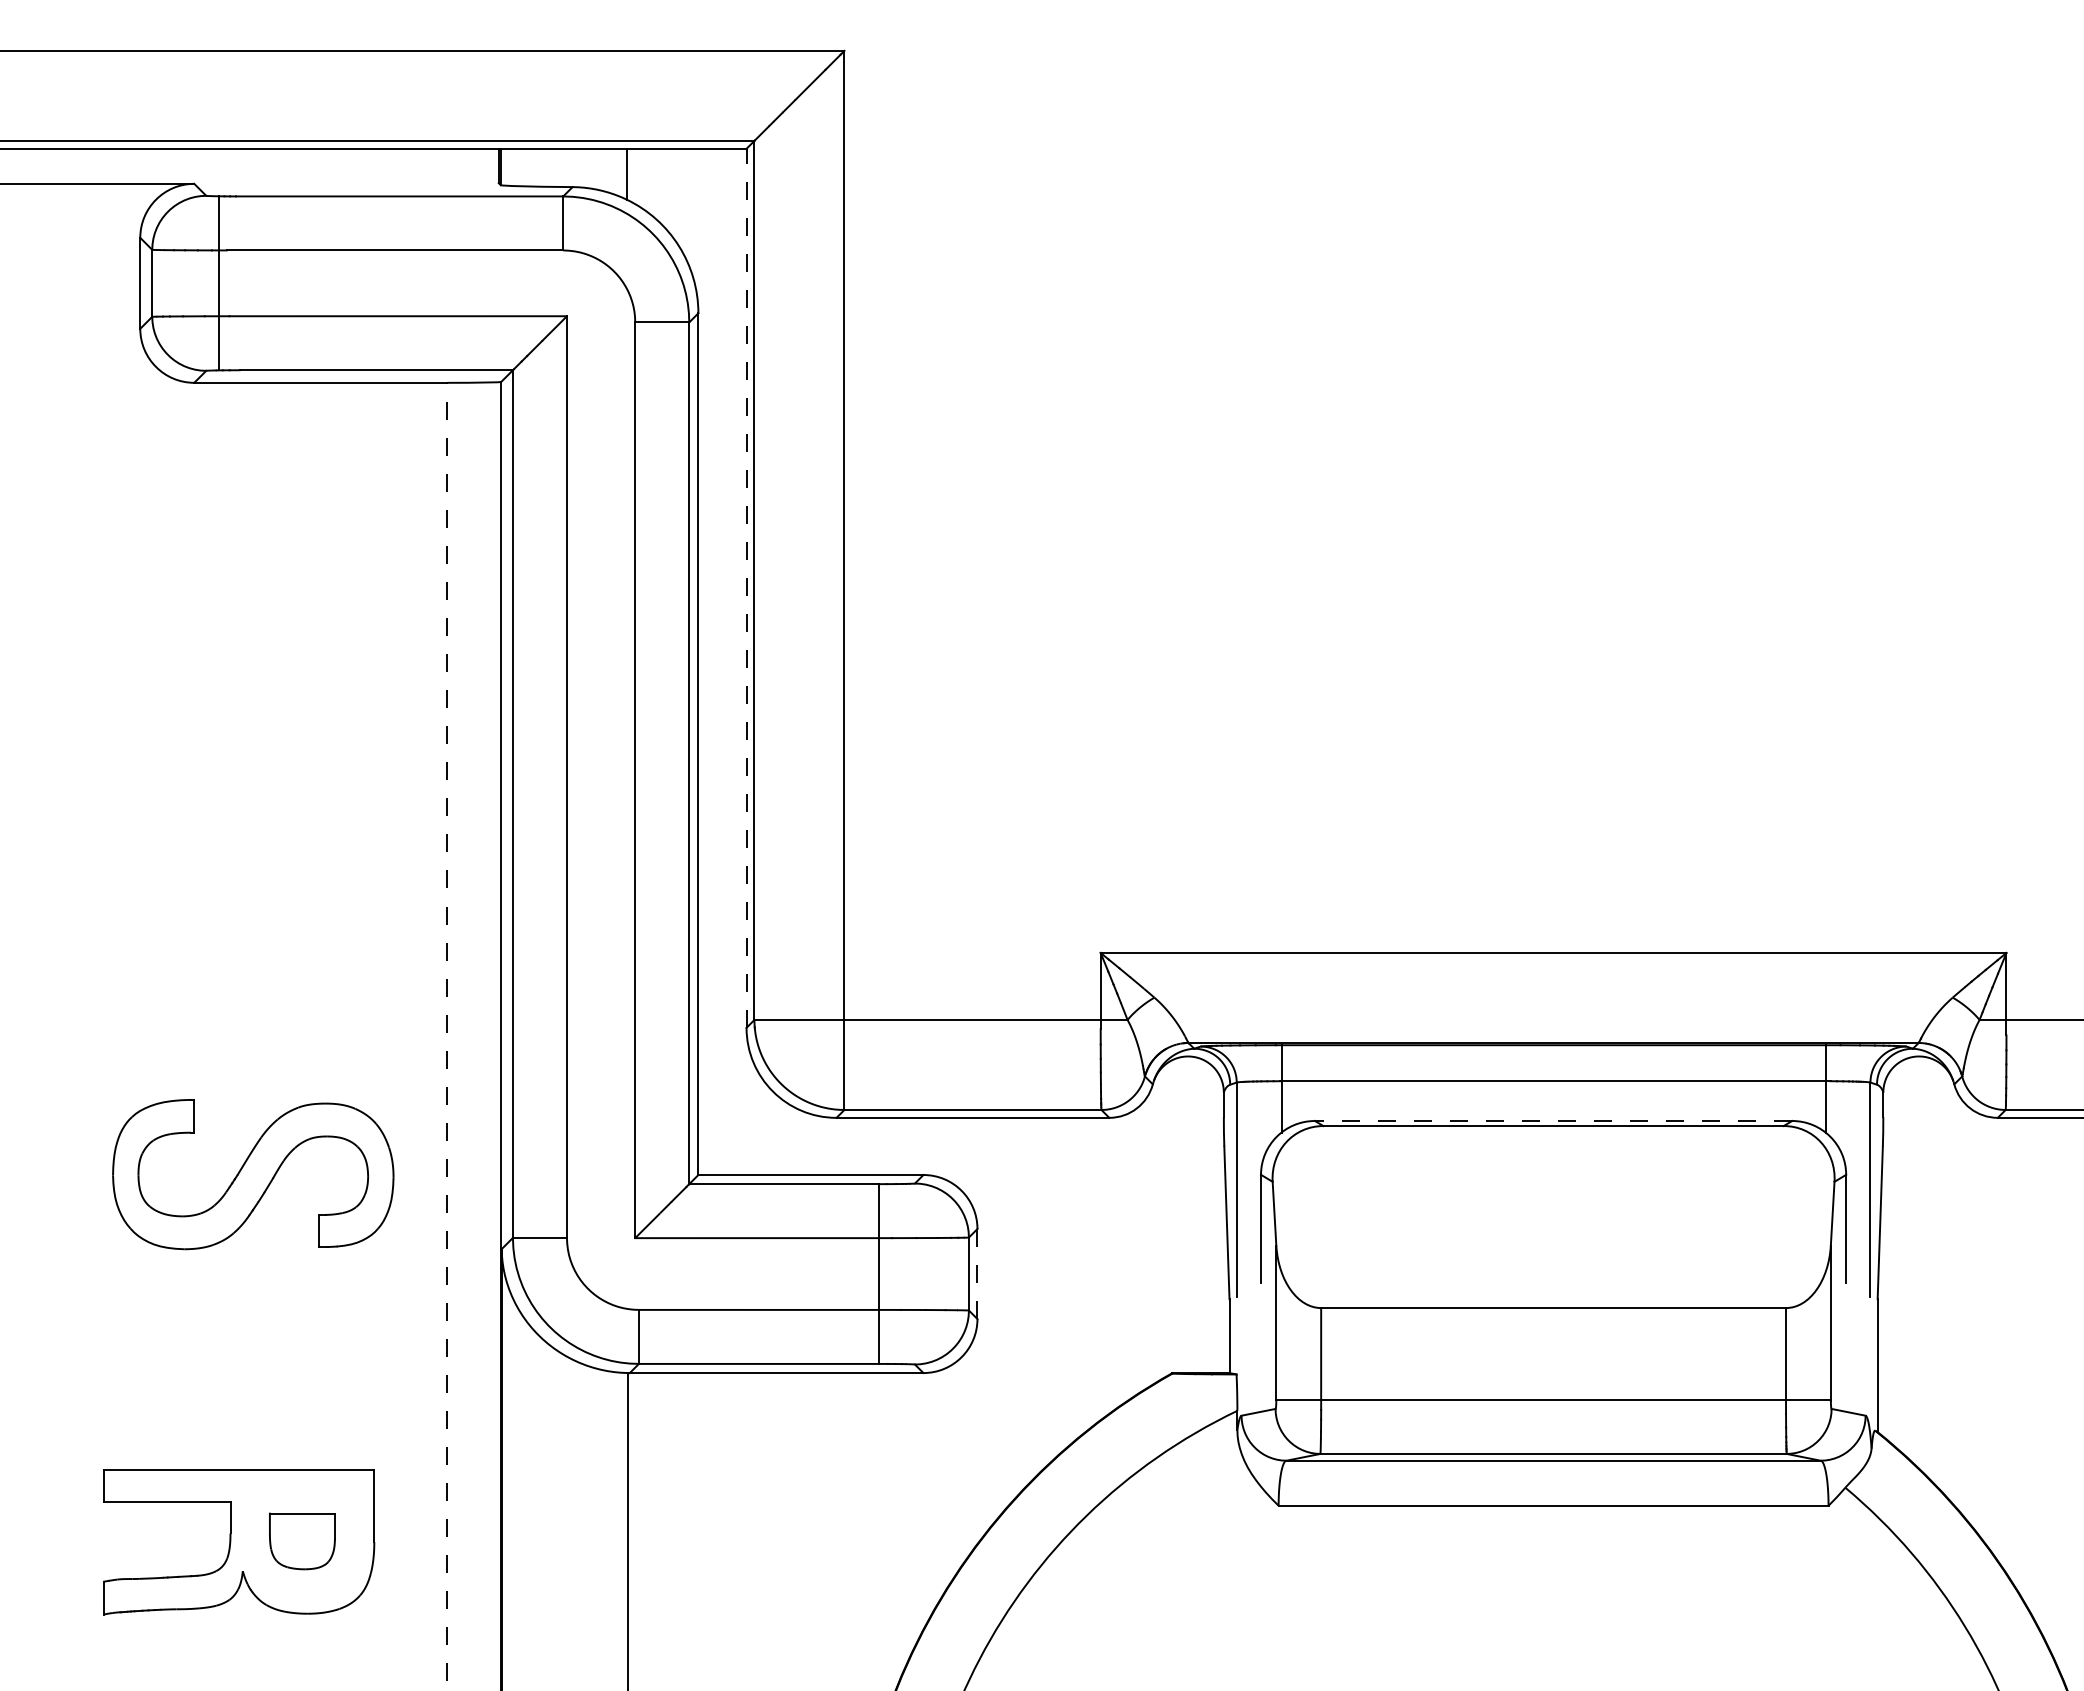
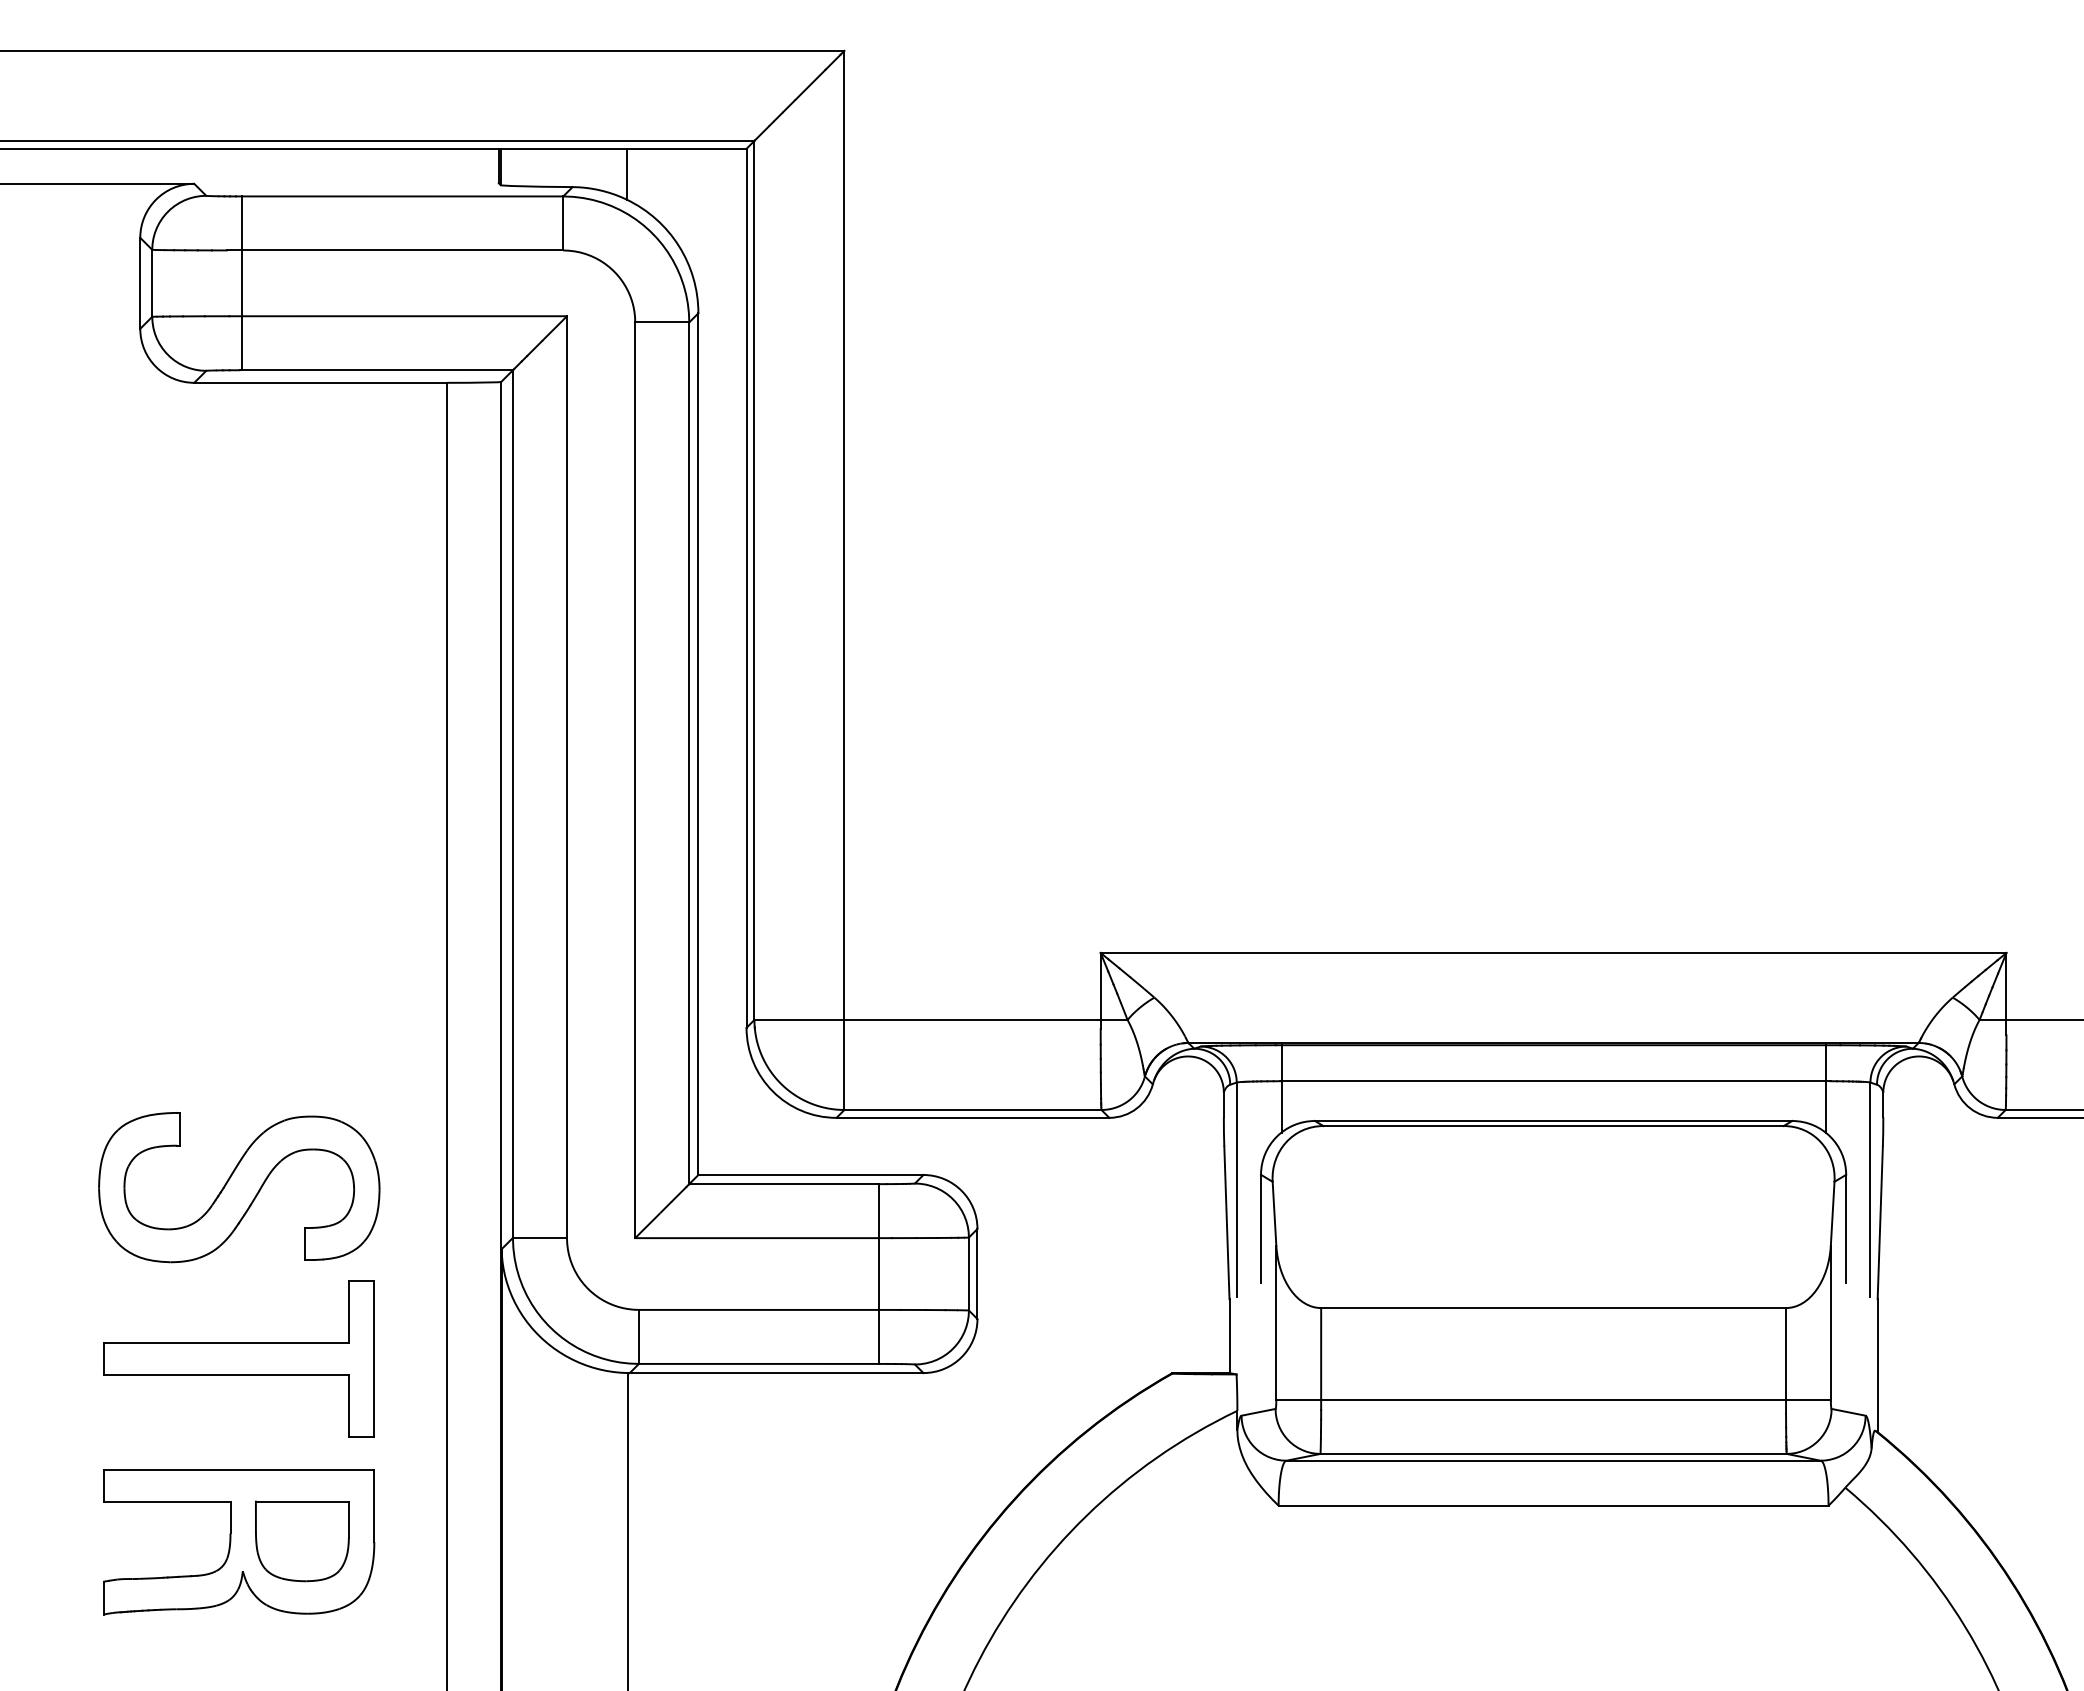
line at (219, 283) position: (219, 283) -> (242, 283)
line at (746, 588): dashed -> solid
line at (447, 1036): dashed -> solid
line at (1553, 1121): dashed -> solid
part at (253, 1174) position: (253, 1174) -> (239, 1187)
line at (977, 1274): dashed -> solid
part at (238, 1358): none -> present
part at (302, 1541) size: 67x59 px -> 95x83 px
